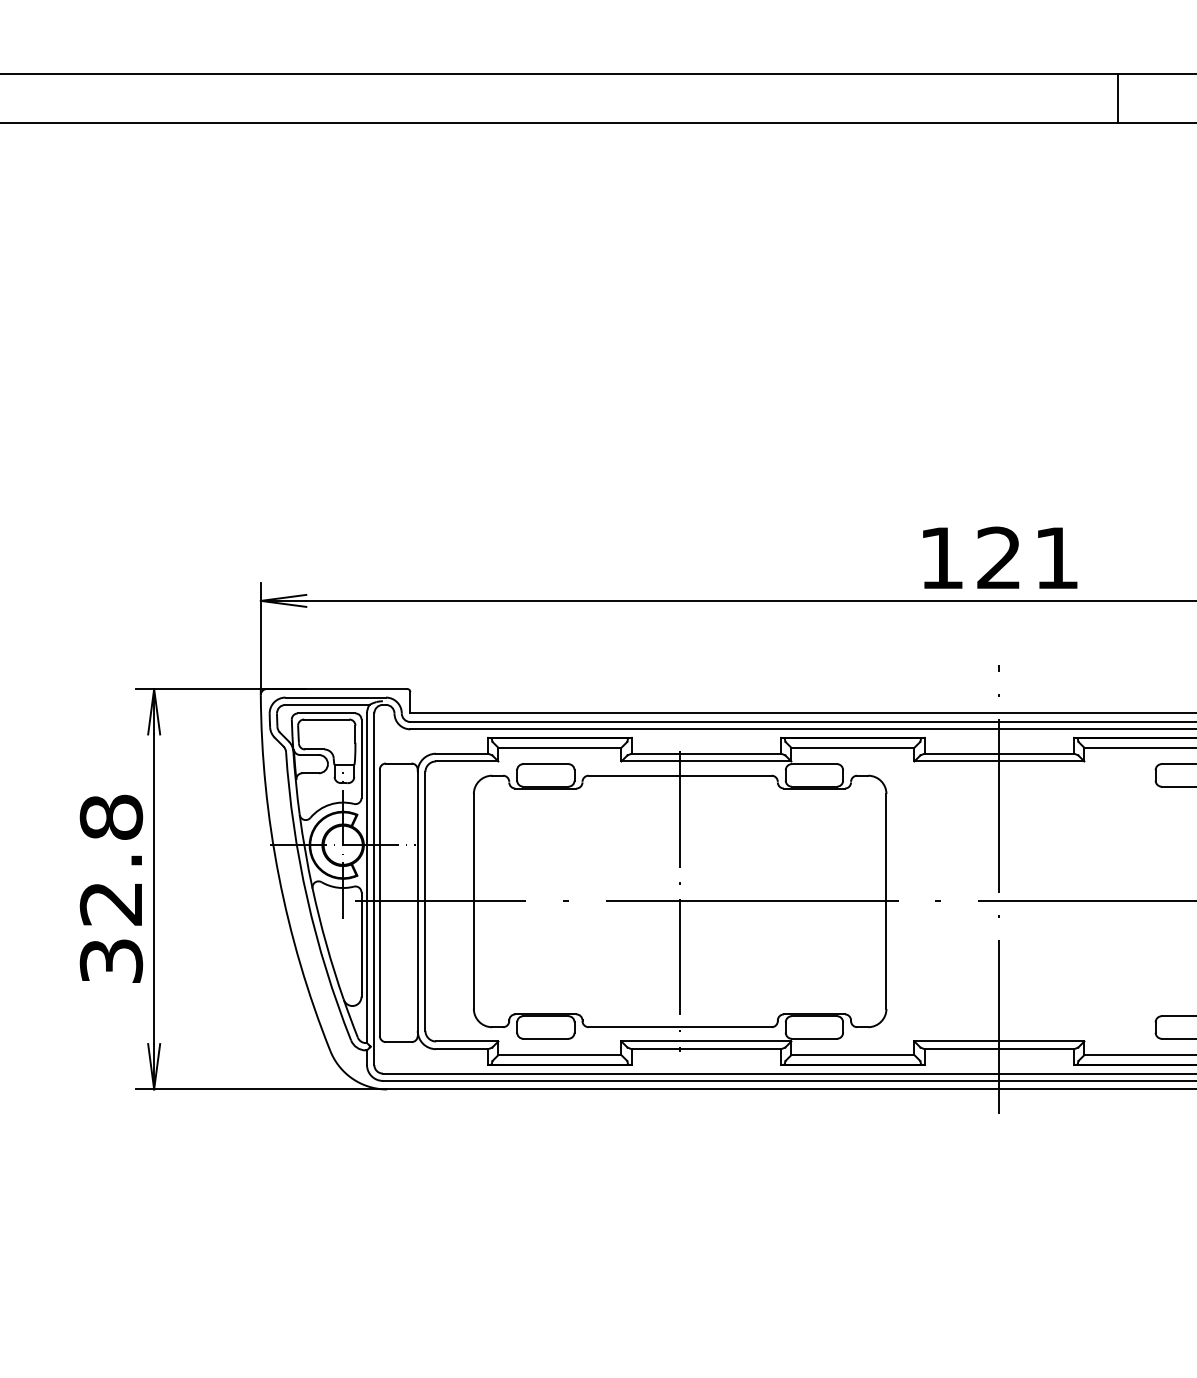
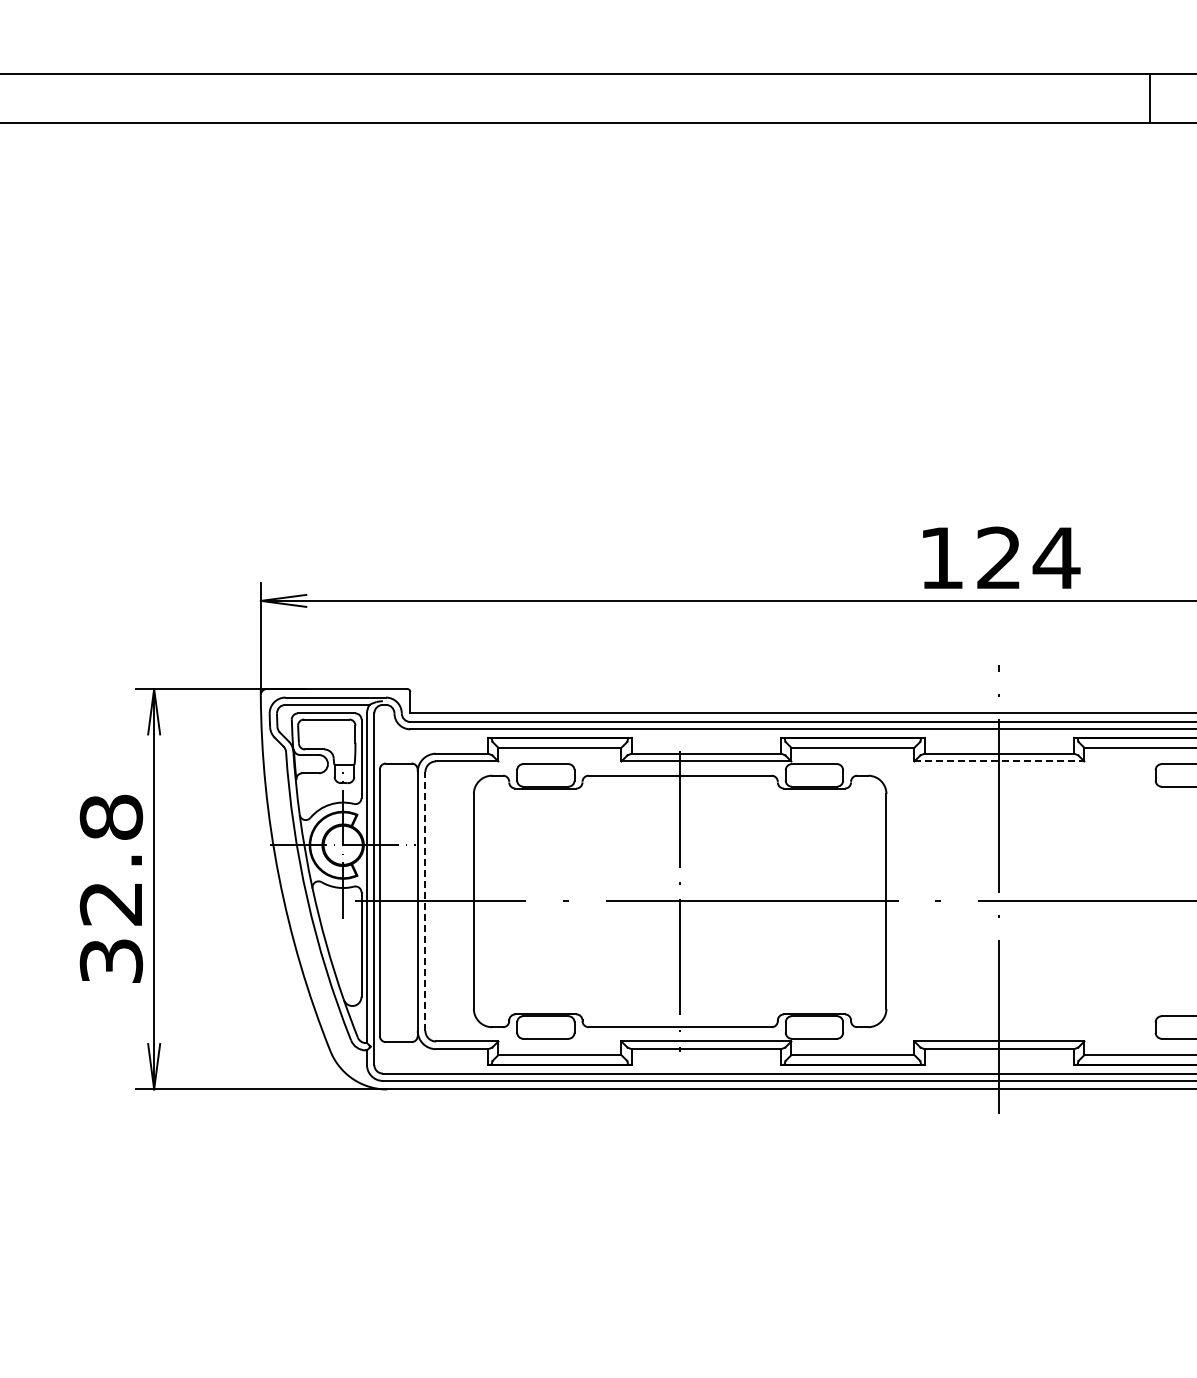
line at (1117, 98) position: (1117, 98) -> (1149, 98)
text at (1056, 557): 121 -> 124
line at (999, 761): solid -> dashed
line at (425, 900): solid -> dashed
